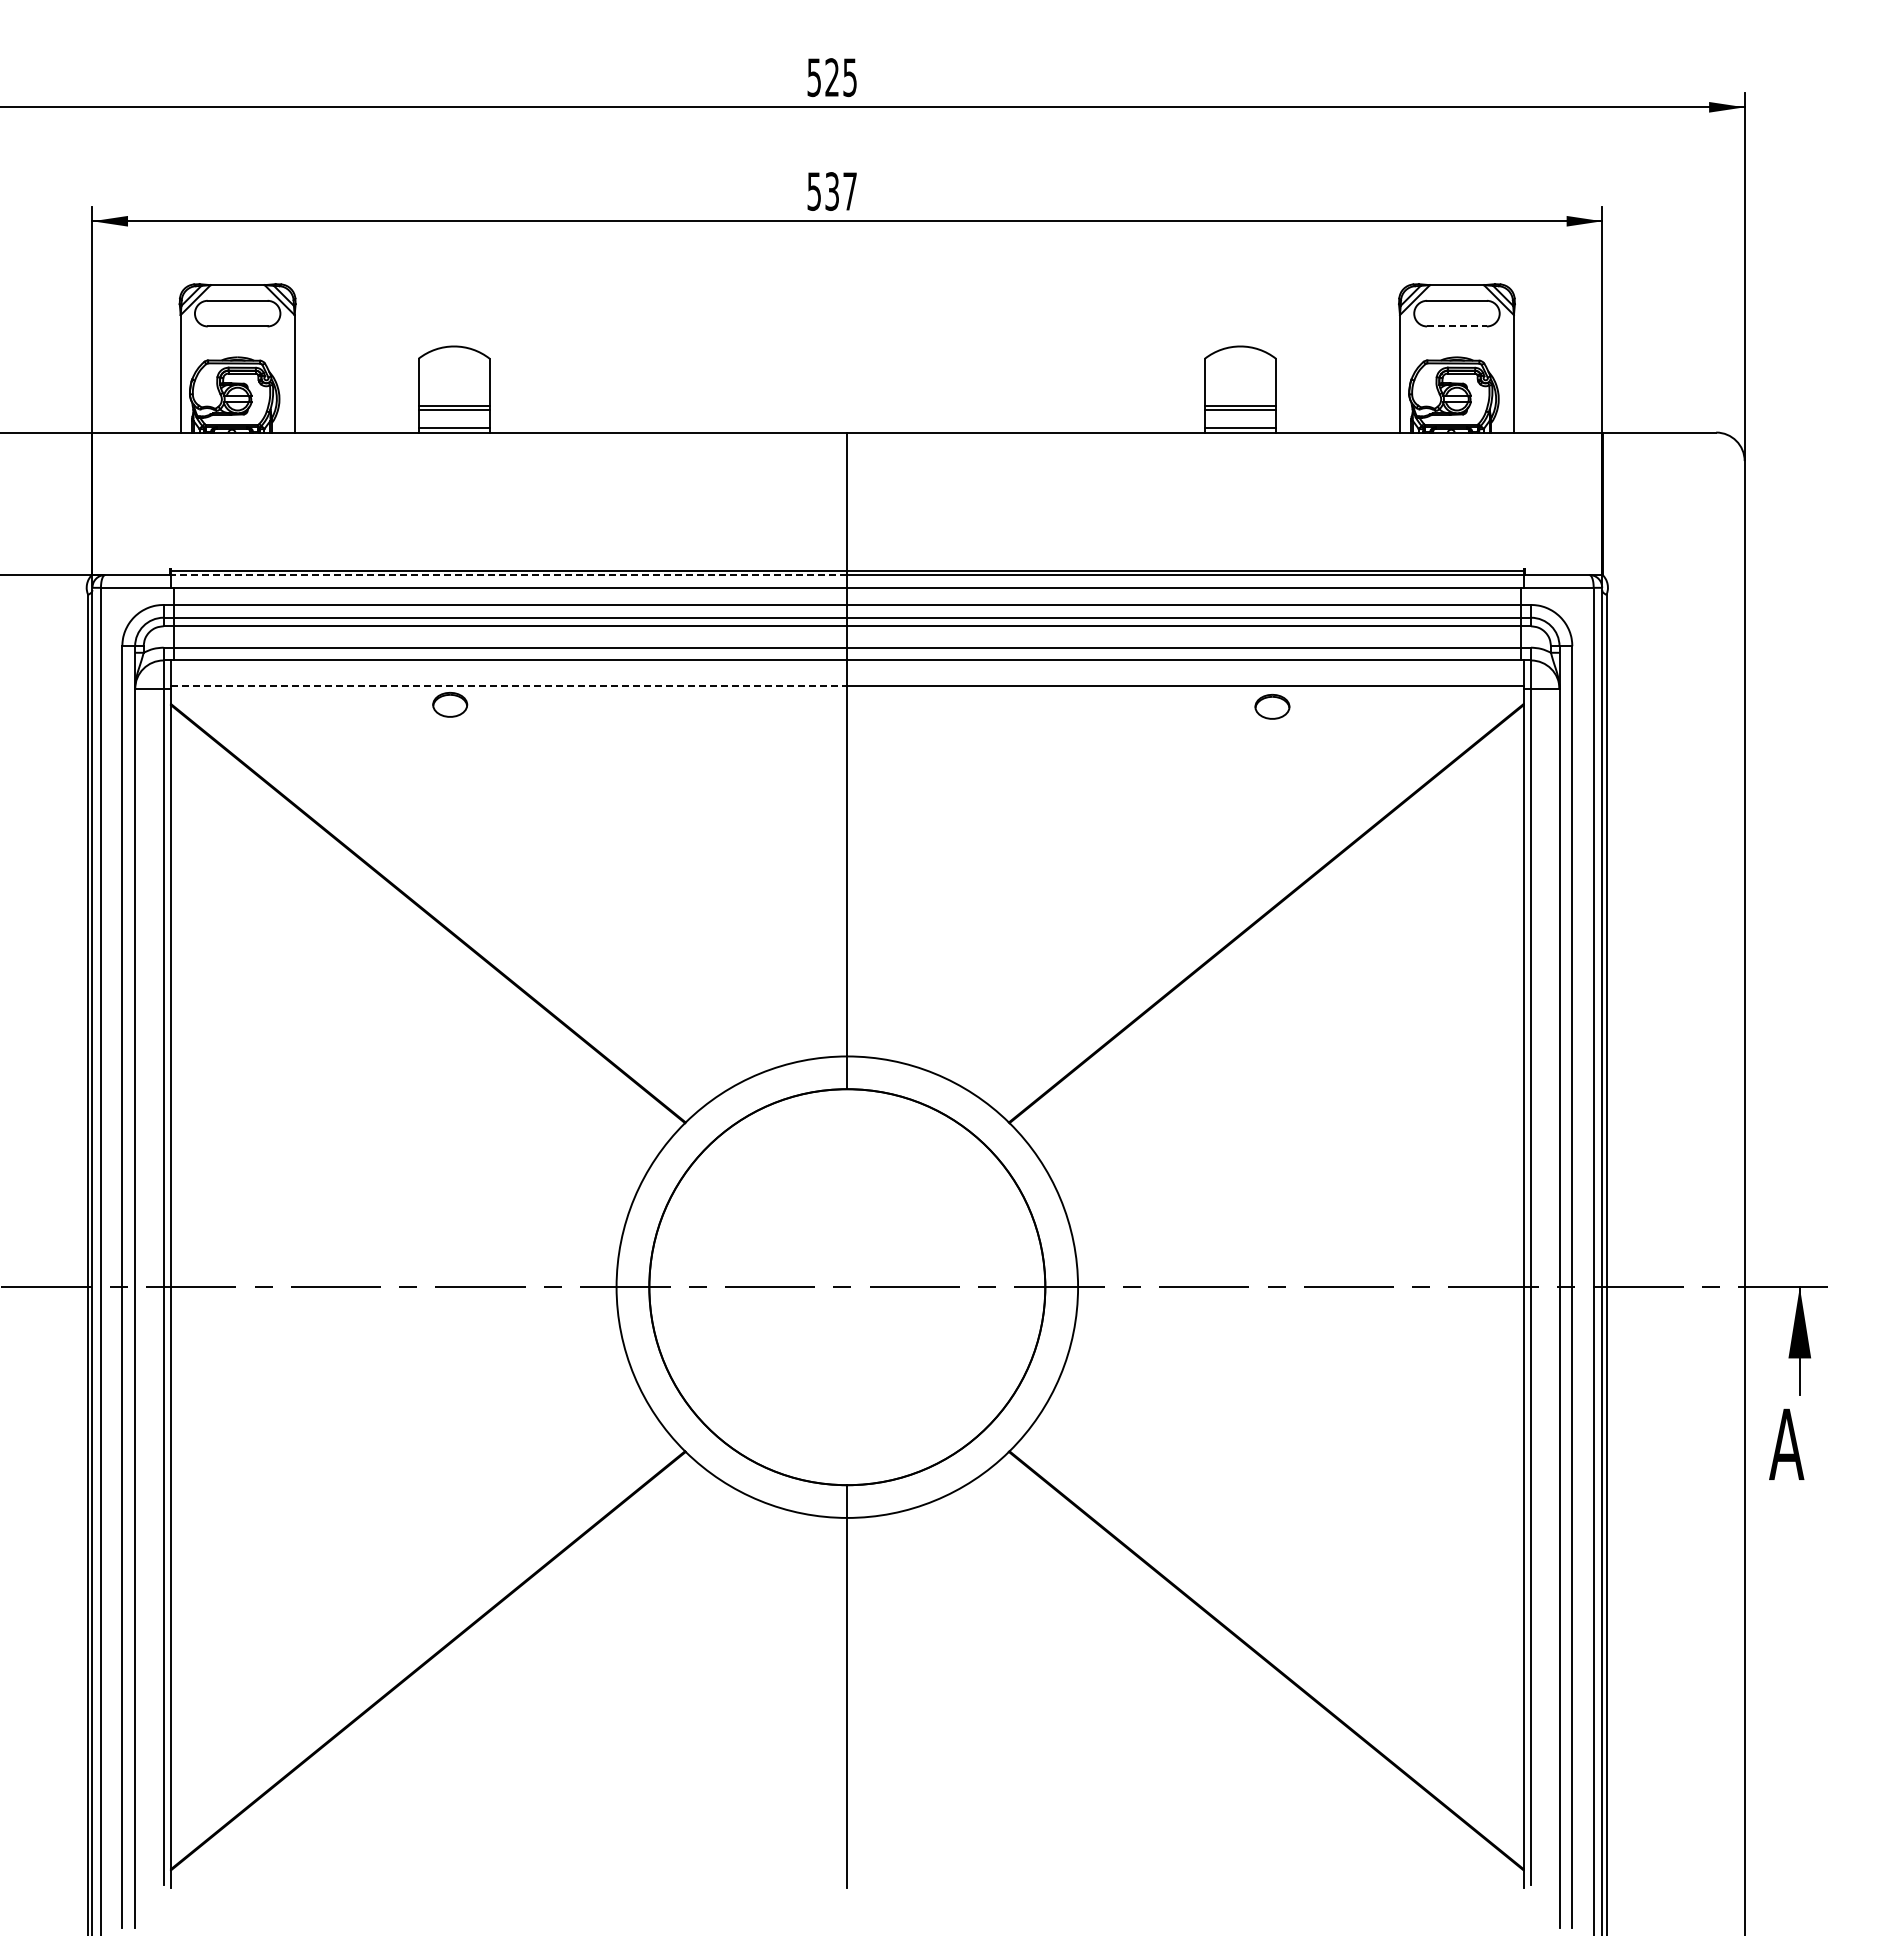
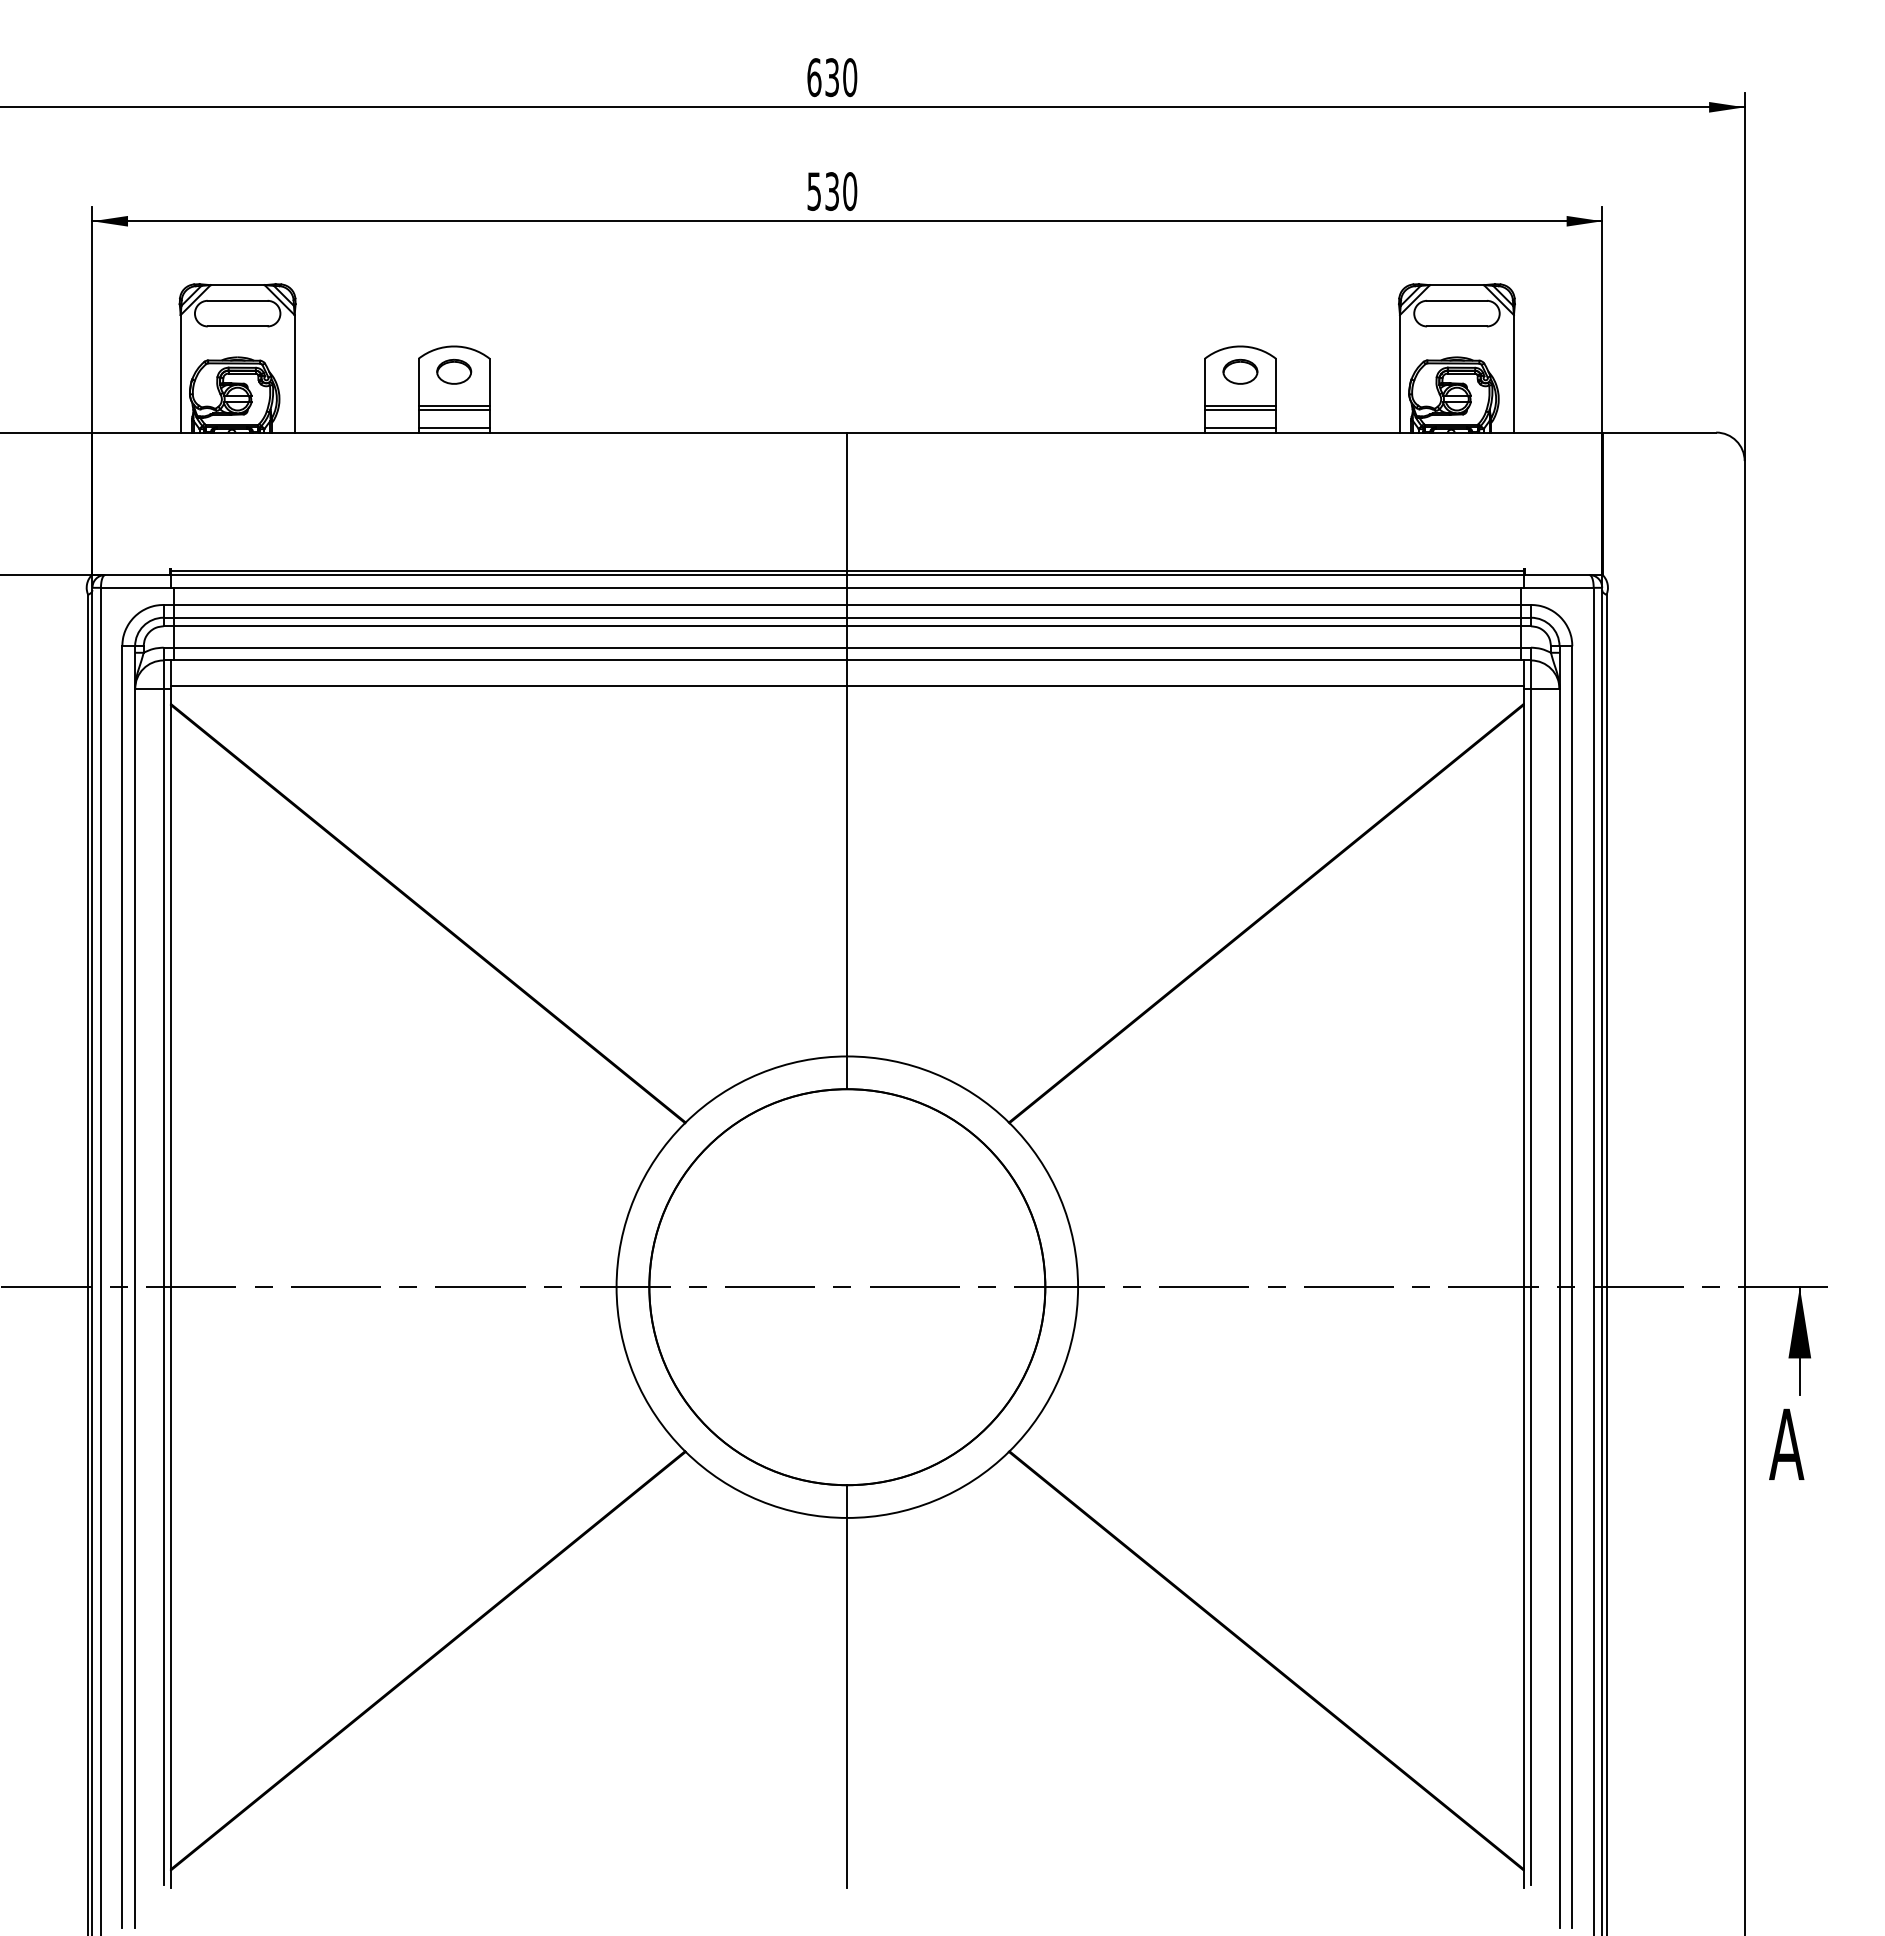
text at (832, 77): 525 -> 630
text at (850, 191): 537 -> 530
line at (1456, 326): dashed -> solid
line at (508, 575): dashed -> solid
line at (509, 686): dashed -> solid
part at (450, 704) position: (450, 704) -> (454, 371)
part at (1272, 706) position: (1272, 706) -> (1240, 371)
